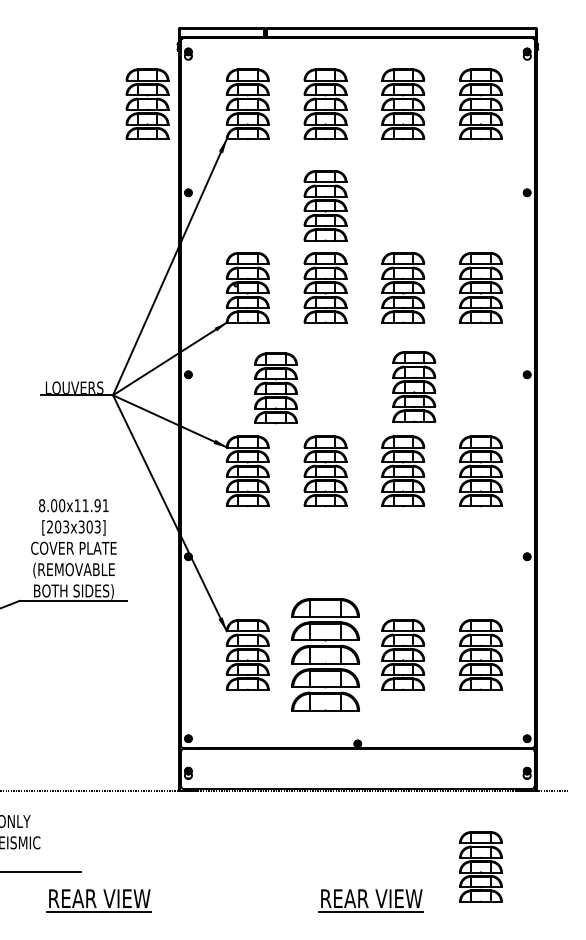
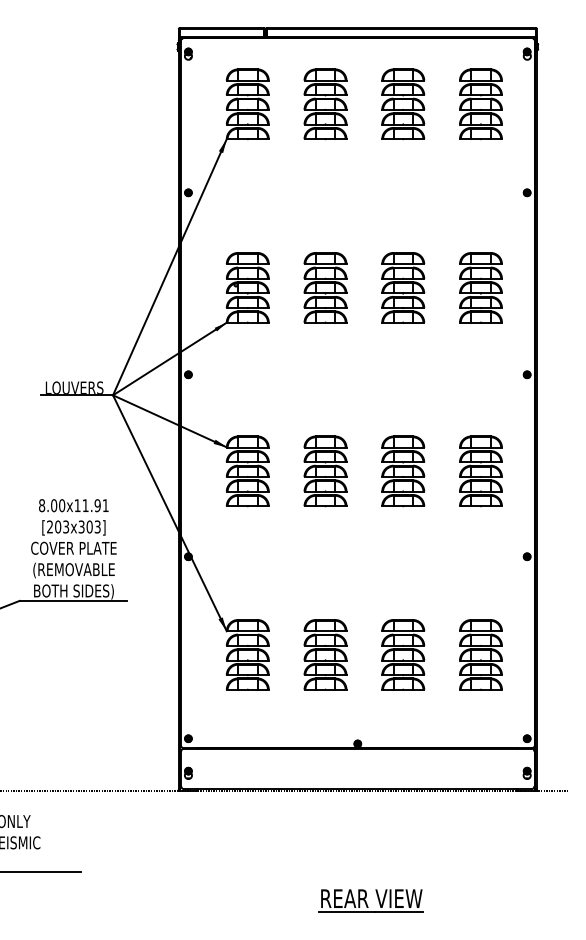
part at (147, 104): present -> none
part at (325, 205): present -> none
part at (414, 386): present -> none
part at (275, 388): present -> none
part at (325, 654) size: 69x114 px -> 45x72 px
part at (480, 866): present -> none
part at (98, 900): present -> none
